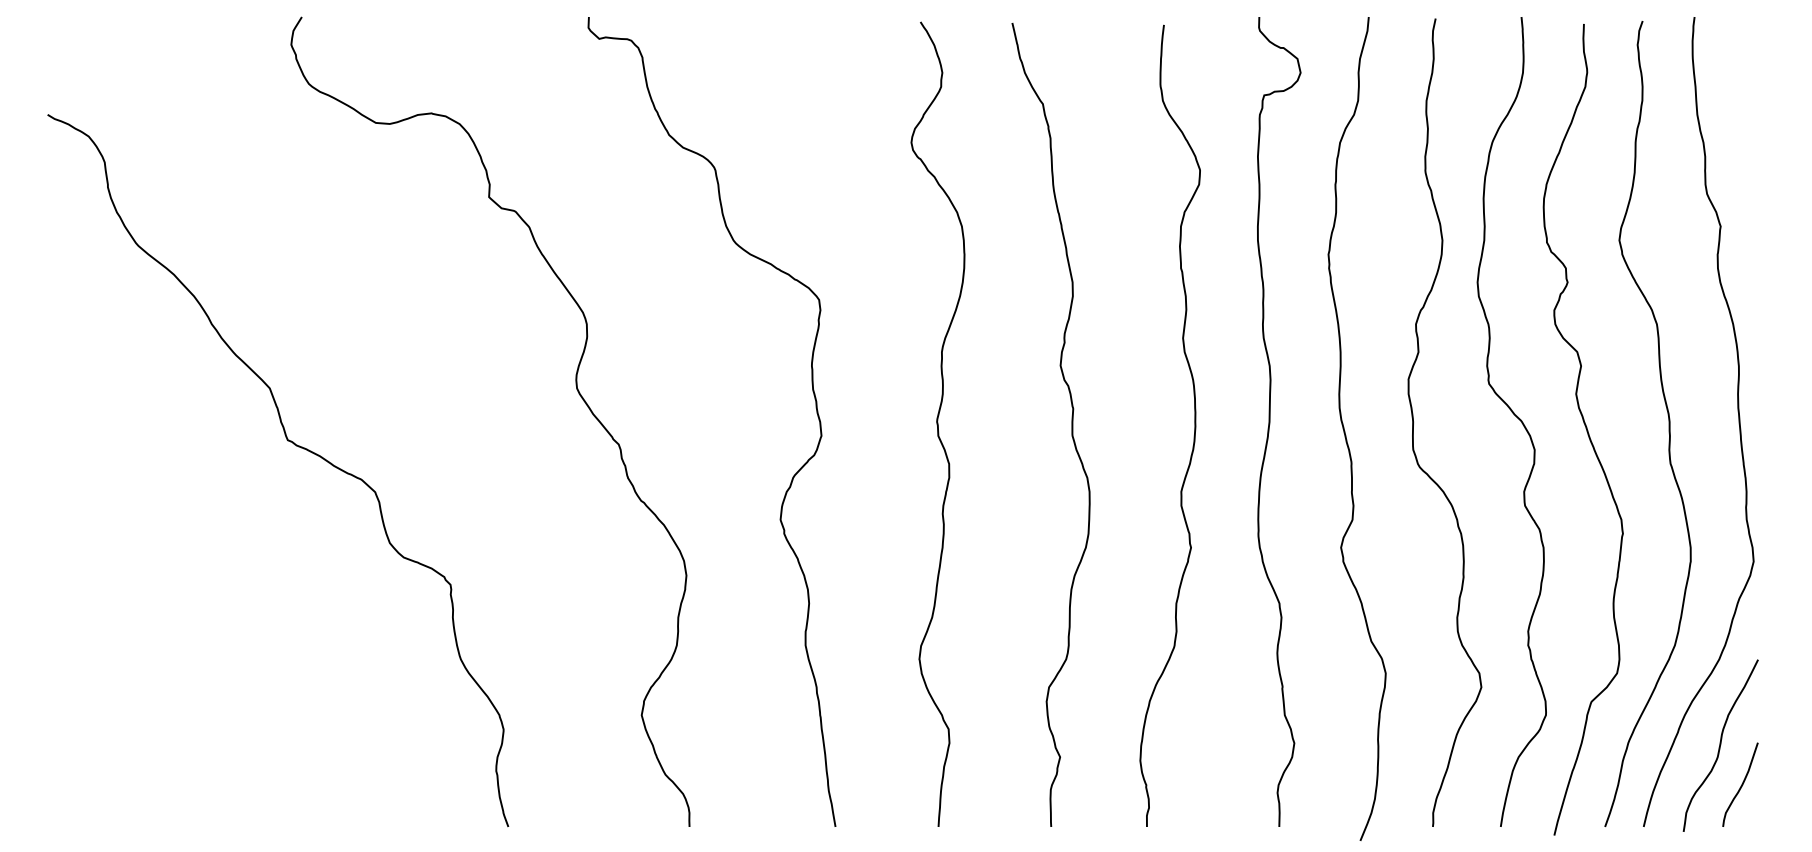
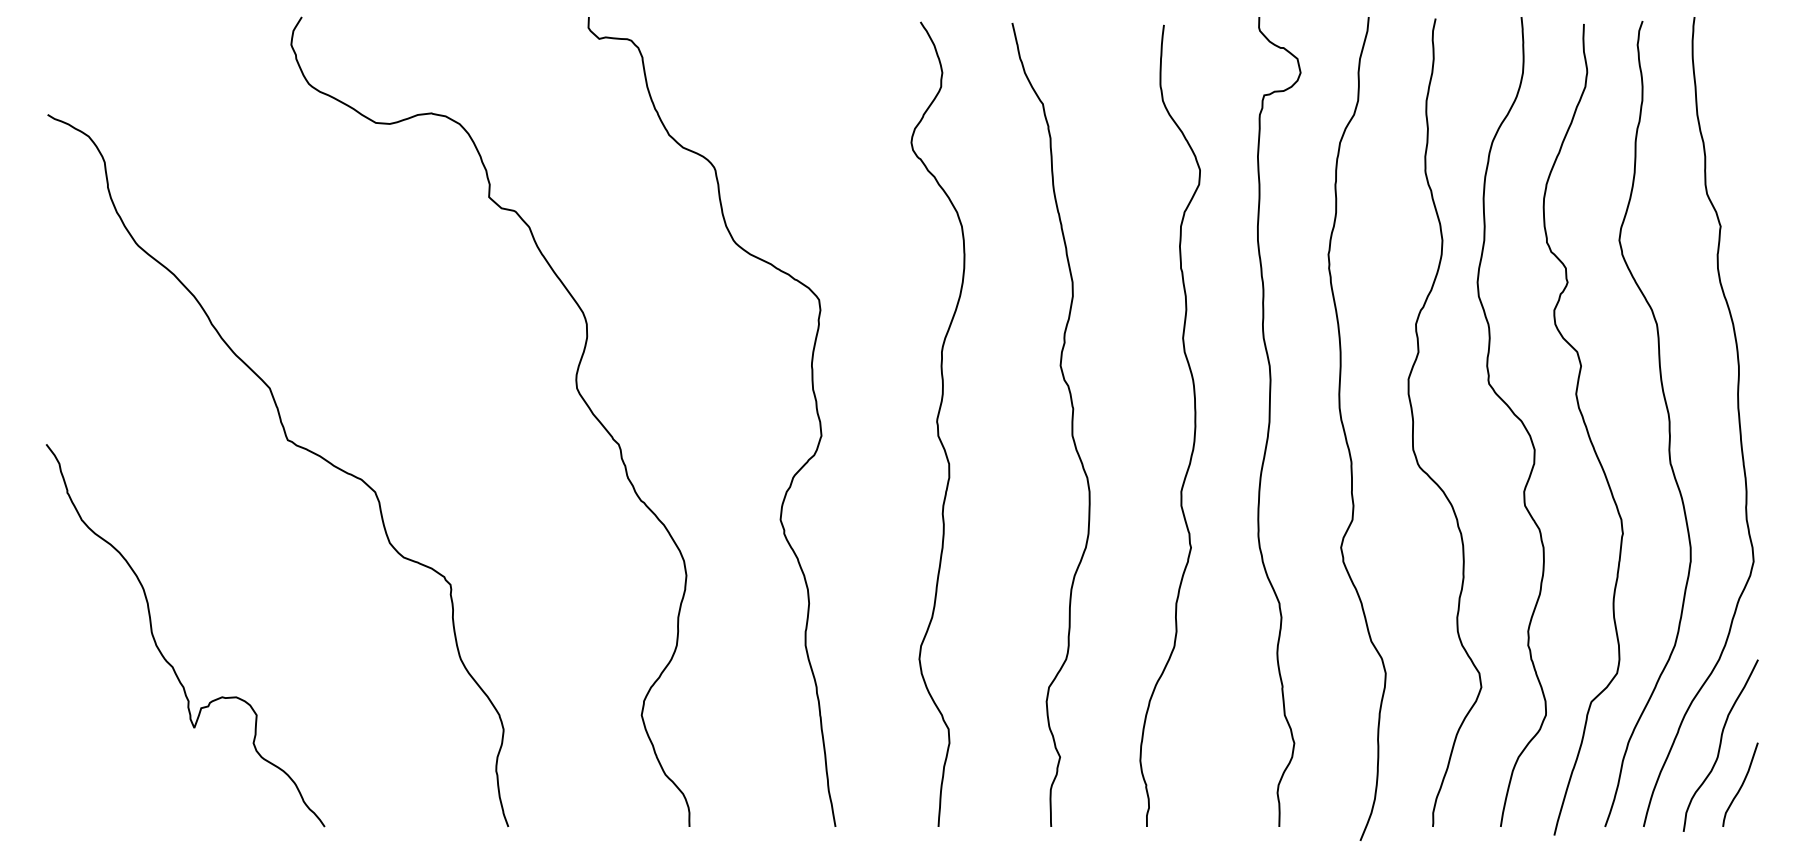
curve at (161, 651): none -> present
